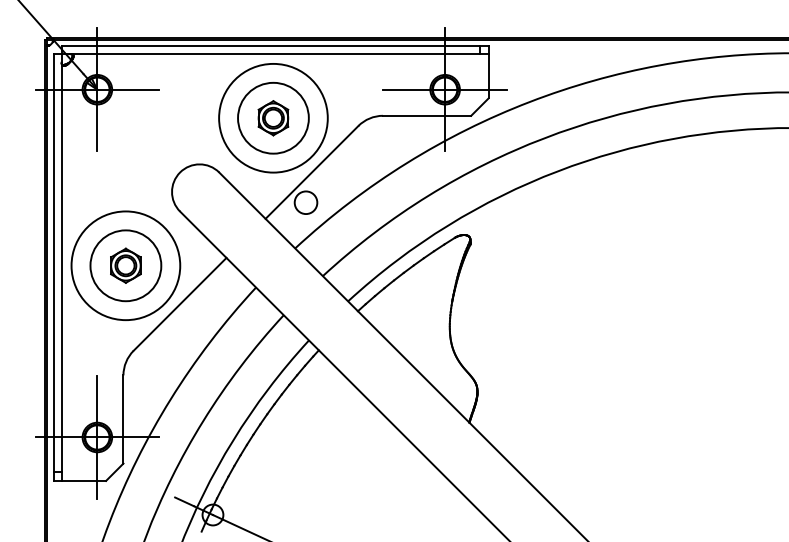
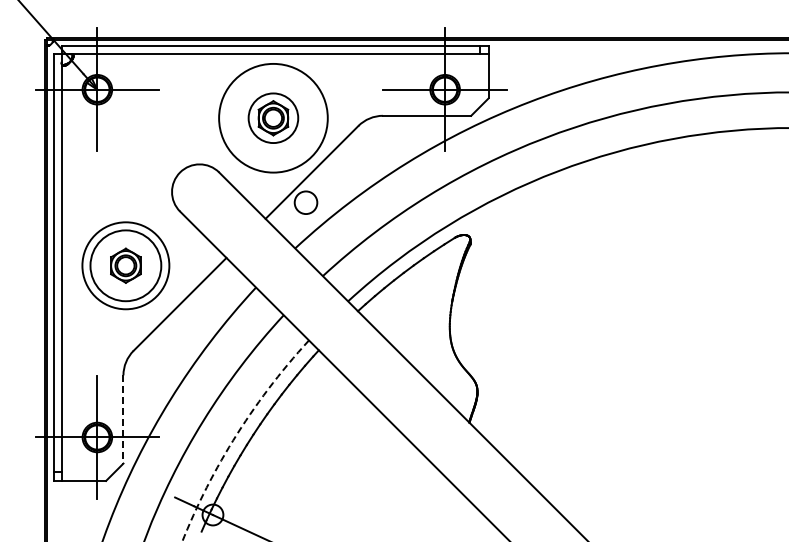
circle at (273, 117) diameter: 71 px -> 50 px
circle at (125, 265) diameter: 109 px -> 87 px
line at (123, 419): solid -> dashed
arc at (236, 435): solid -> dashed
